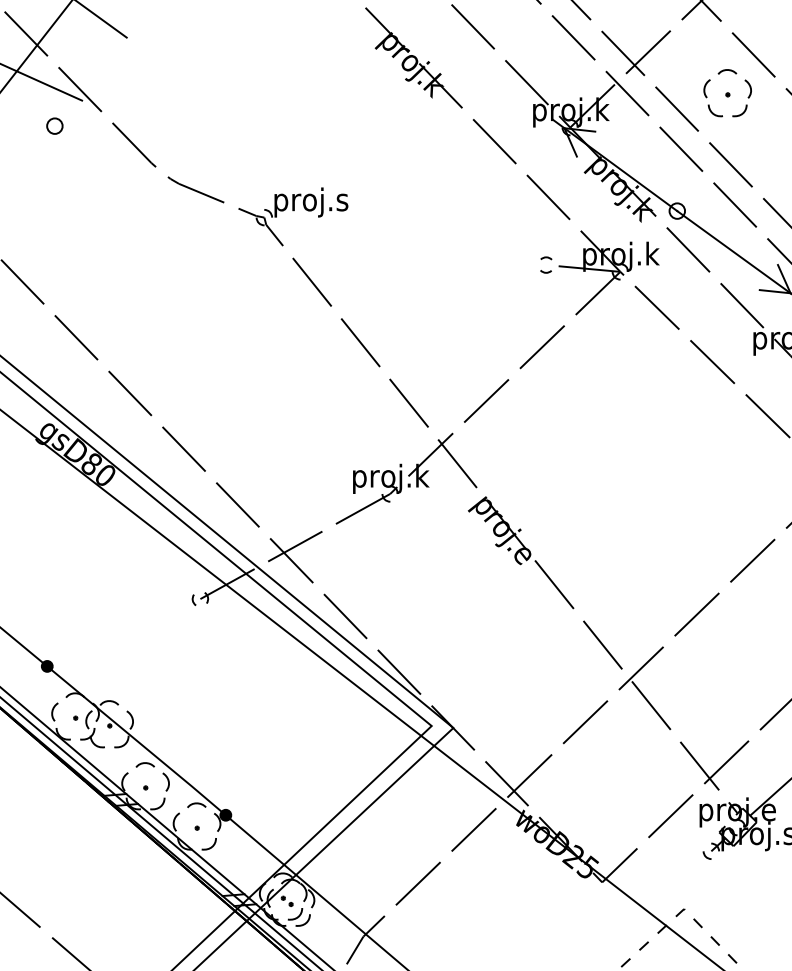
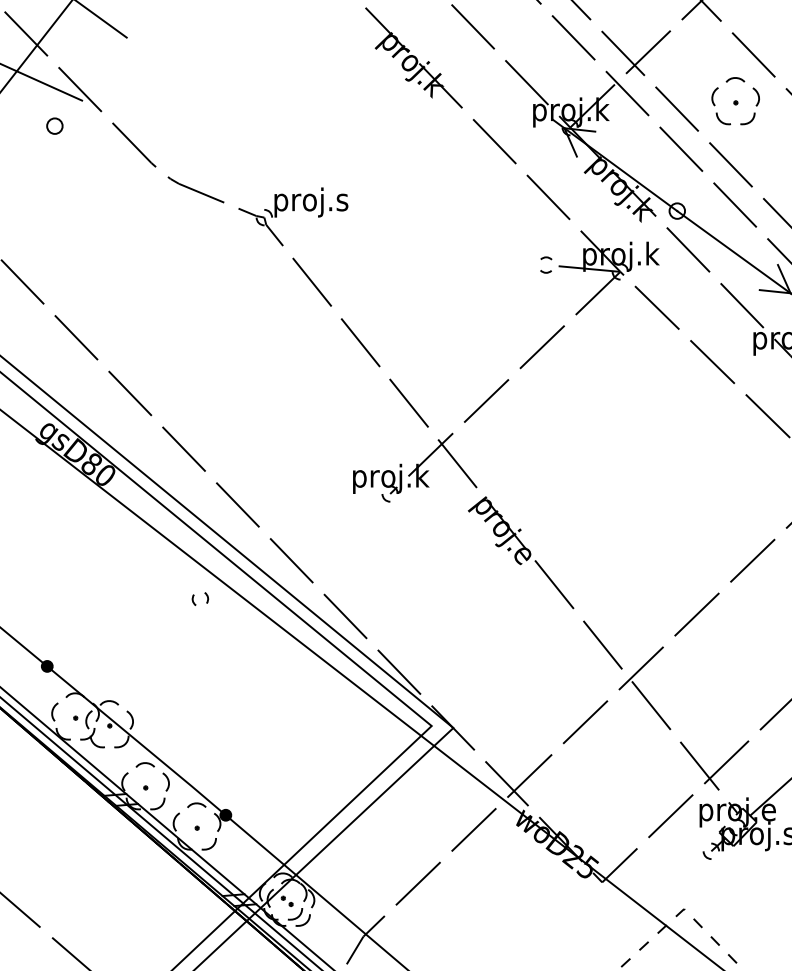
part at (727, 93) position: (727, 93) -> (735, 101)
line at (295, 546): present -> none
